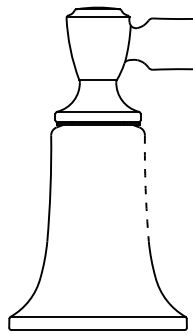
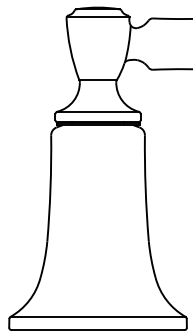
arc at (145, 188): dashed -> solid
